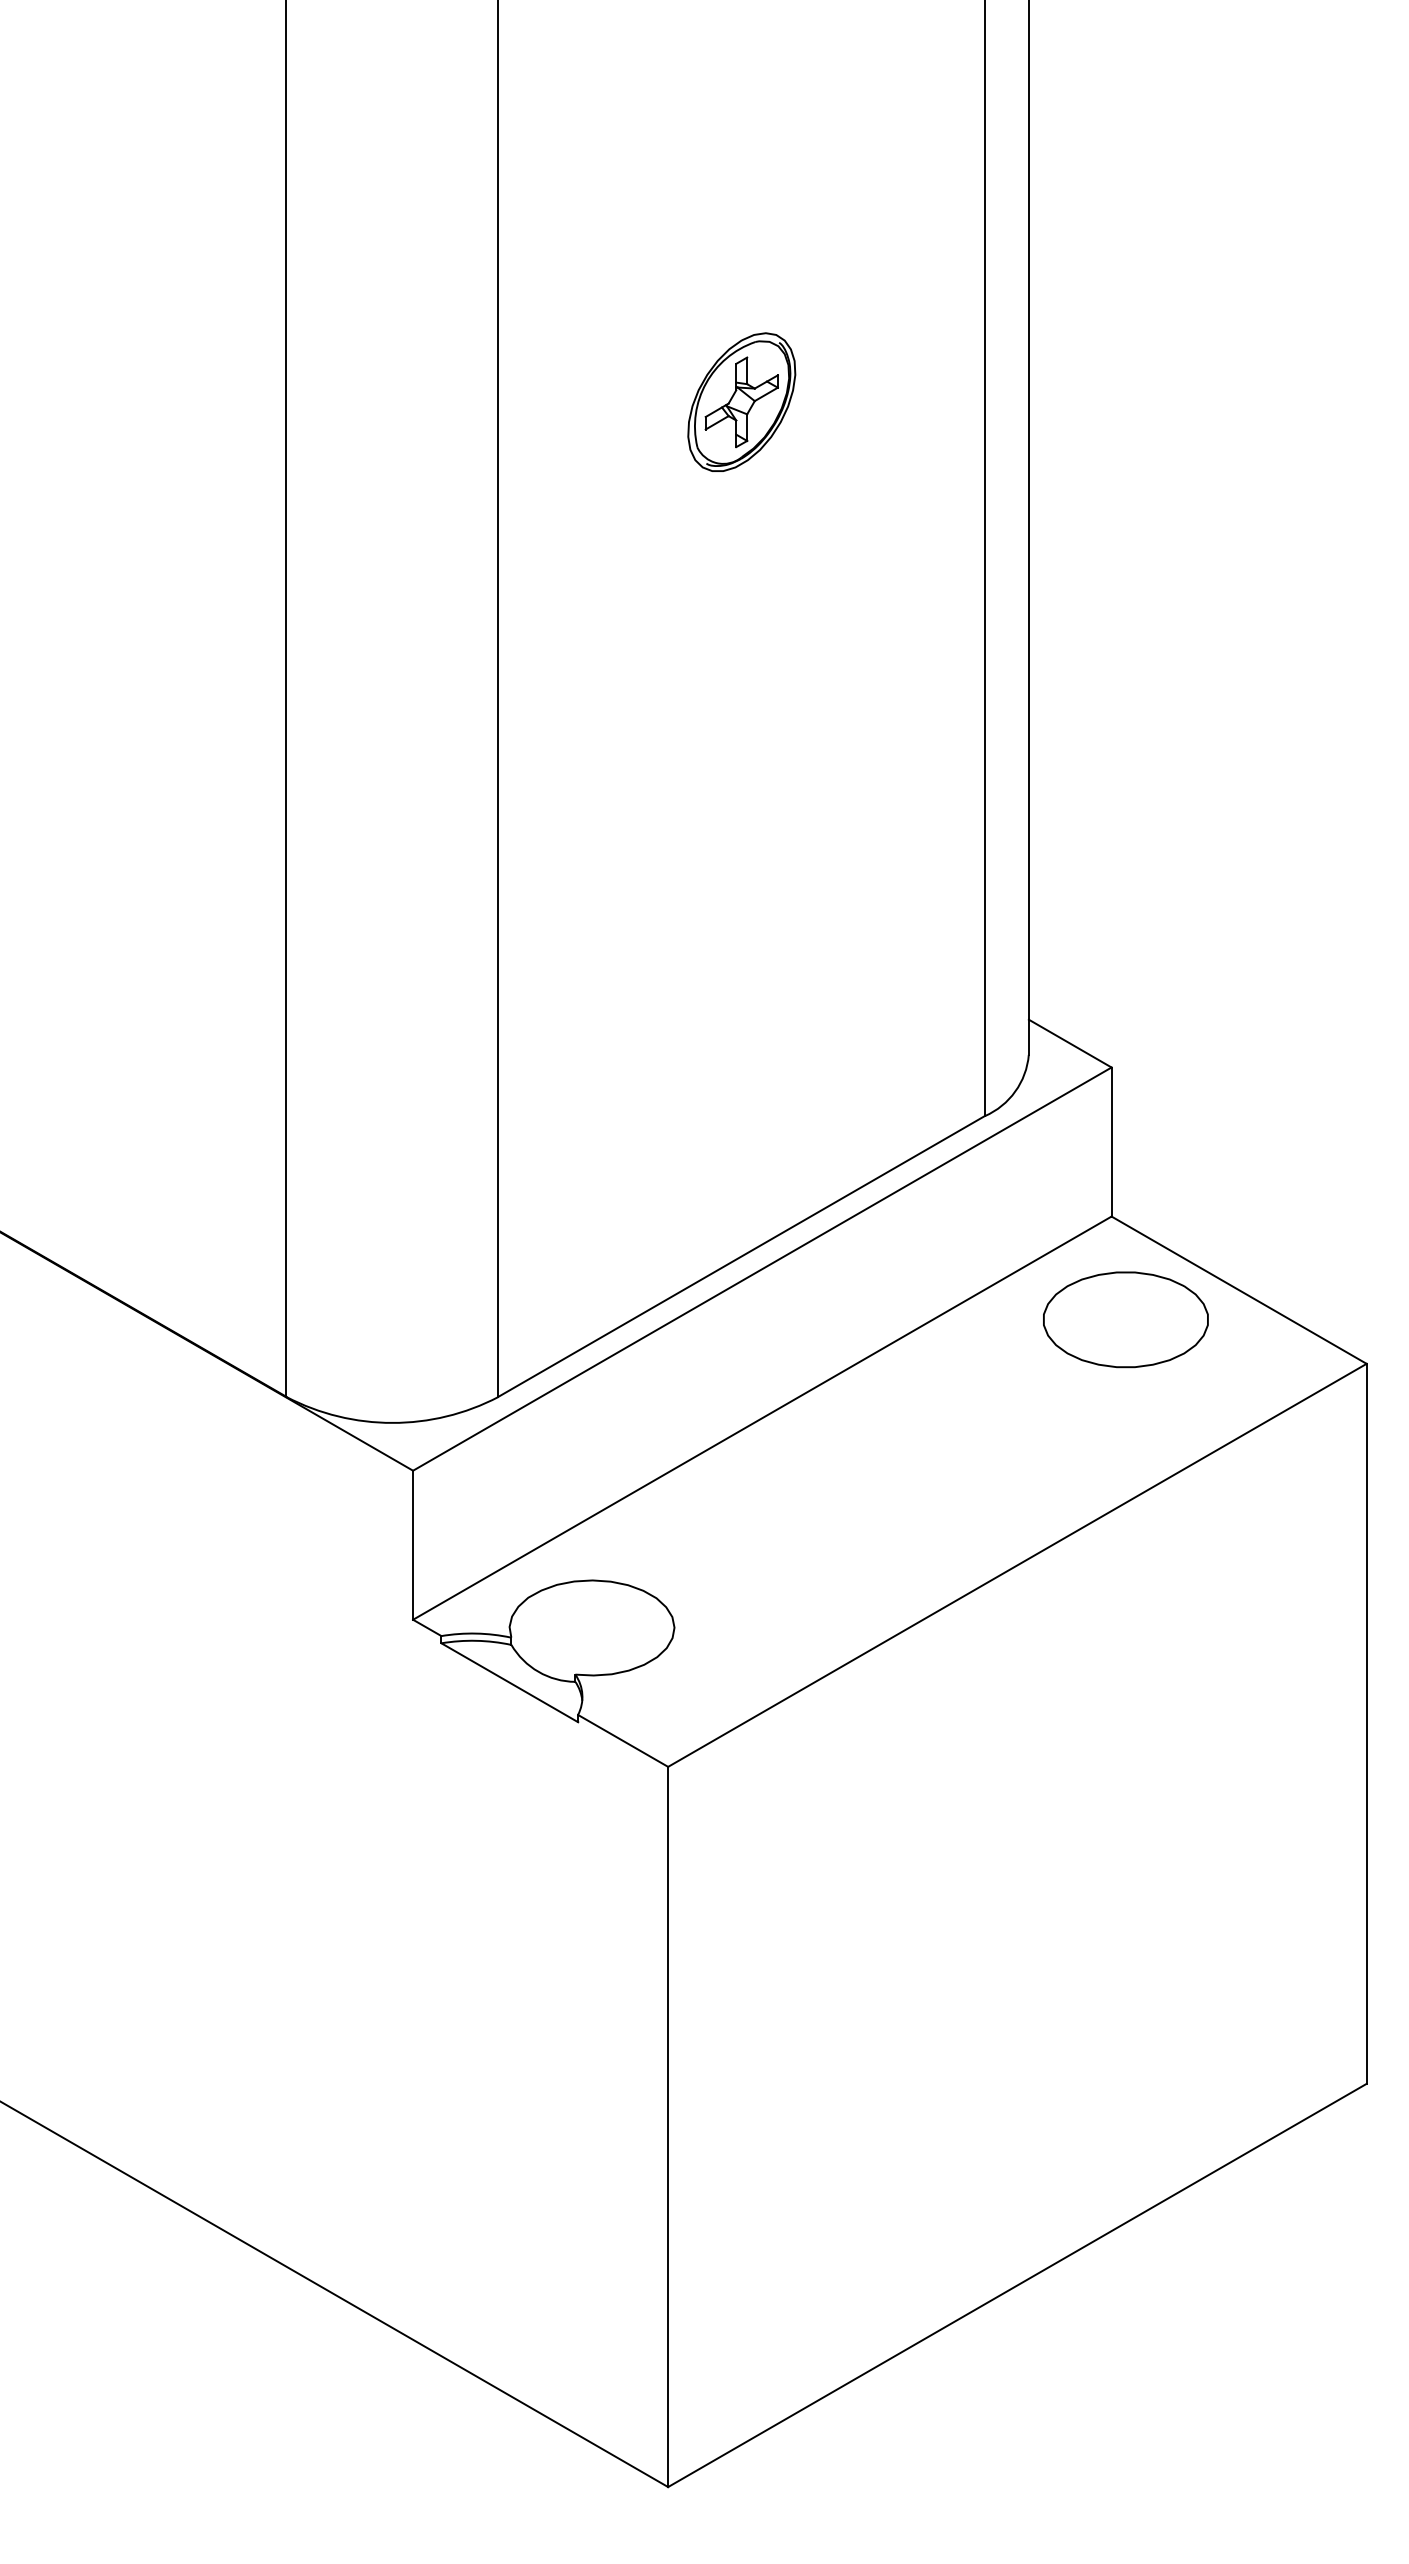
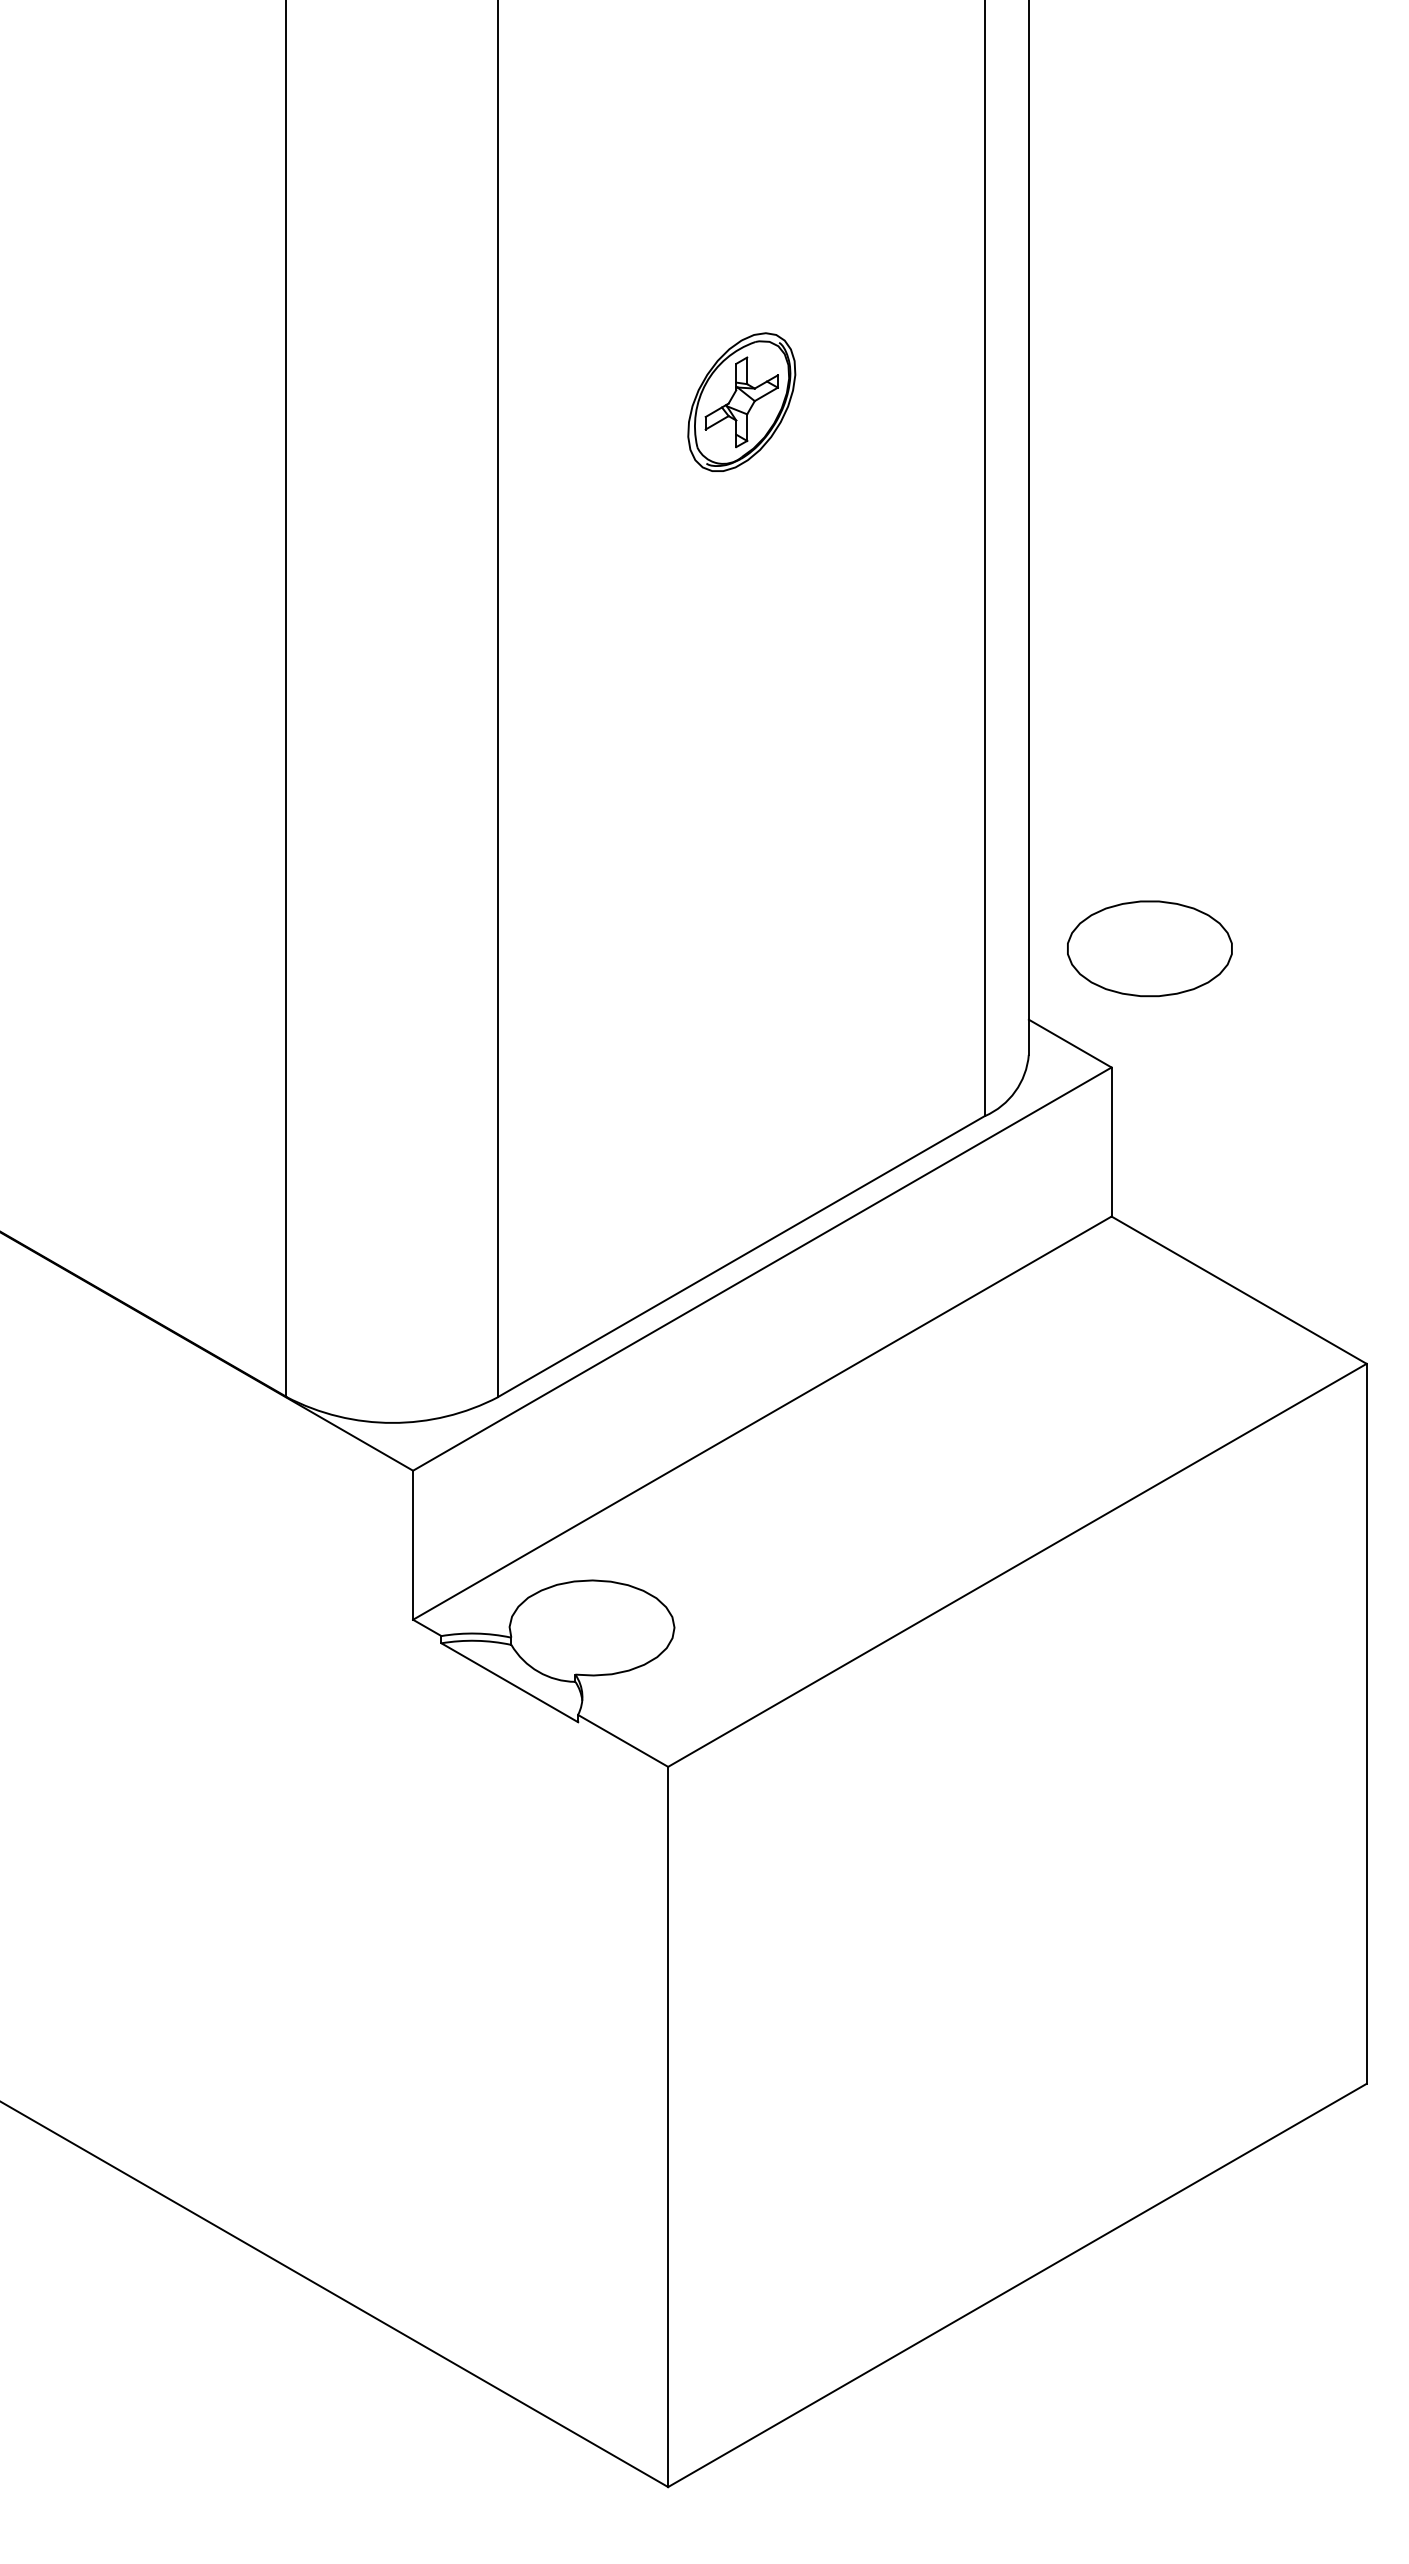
part at (1125, 1319) position: (1125, 1319) -> (1149, 948)
